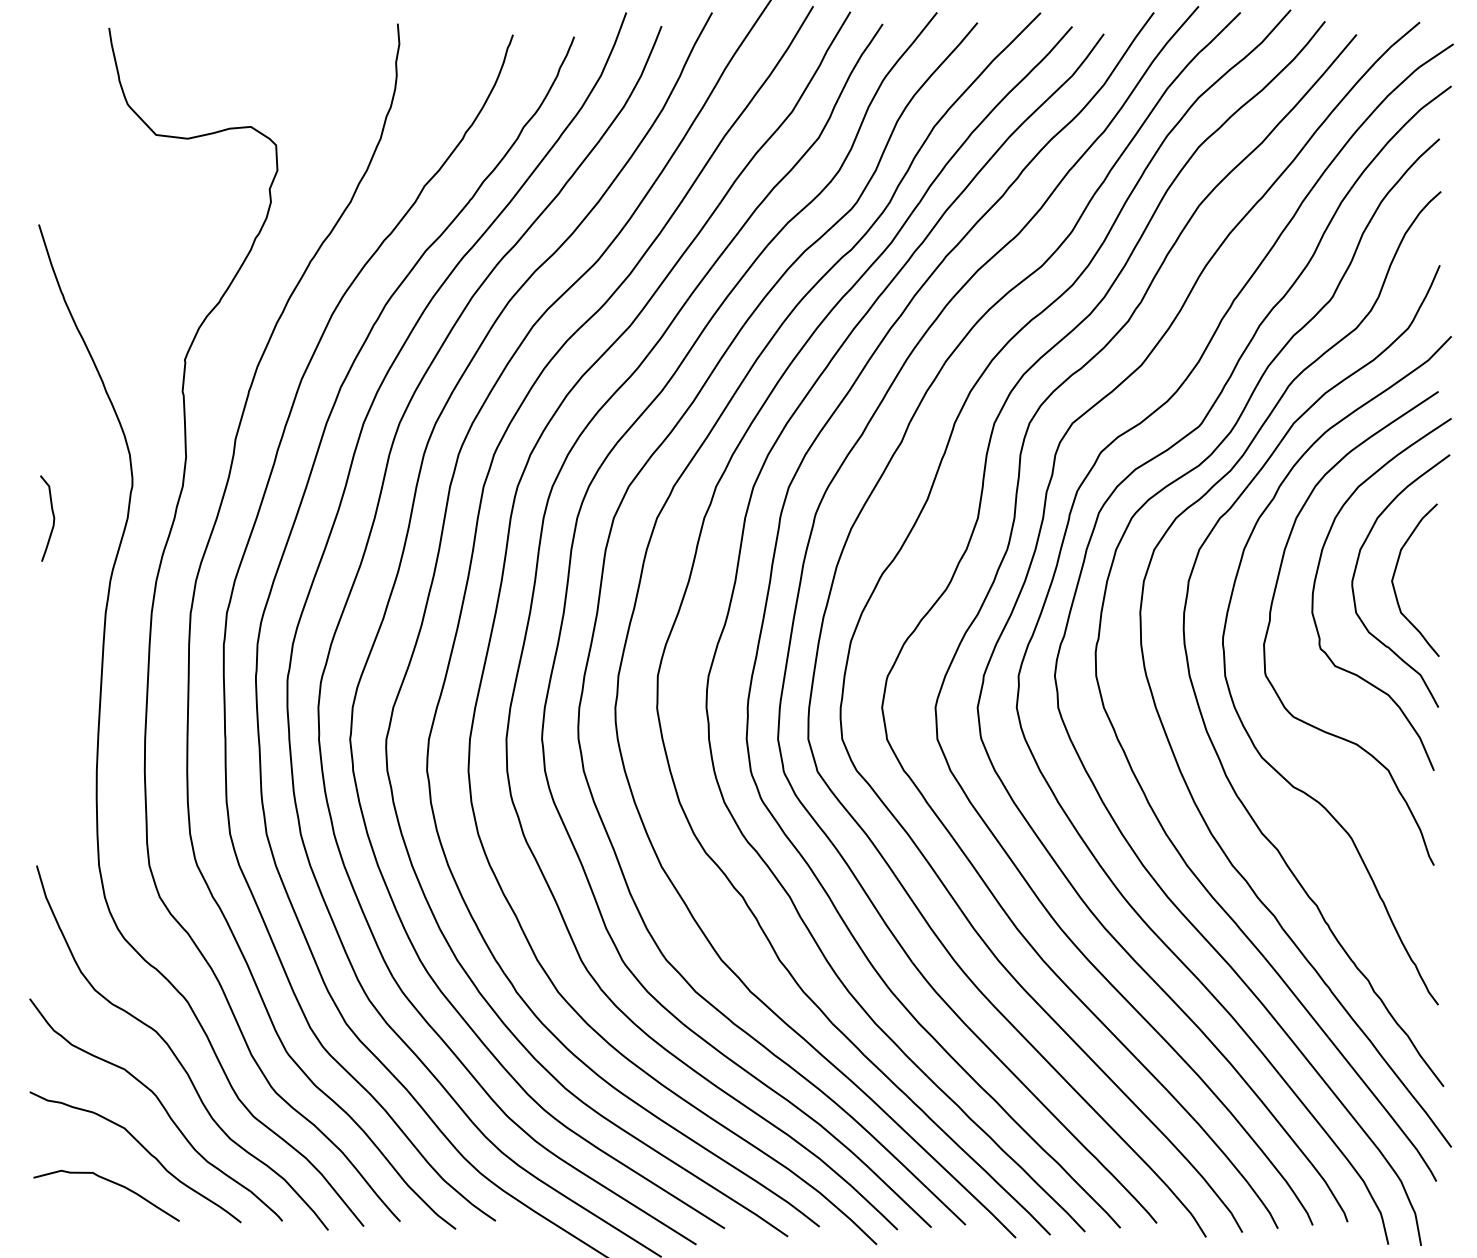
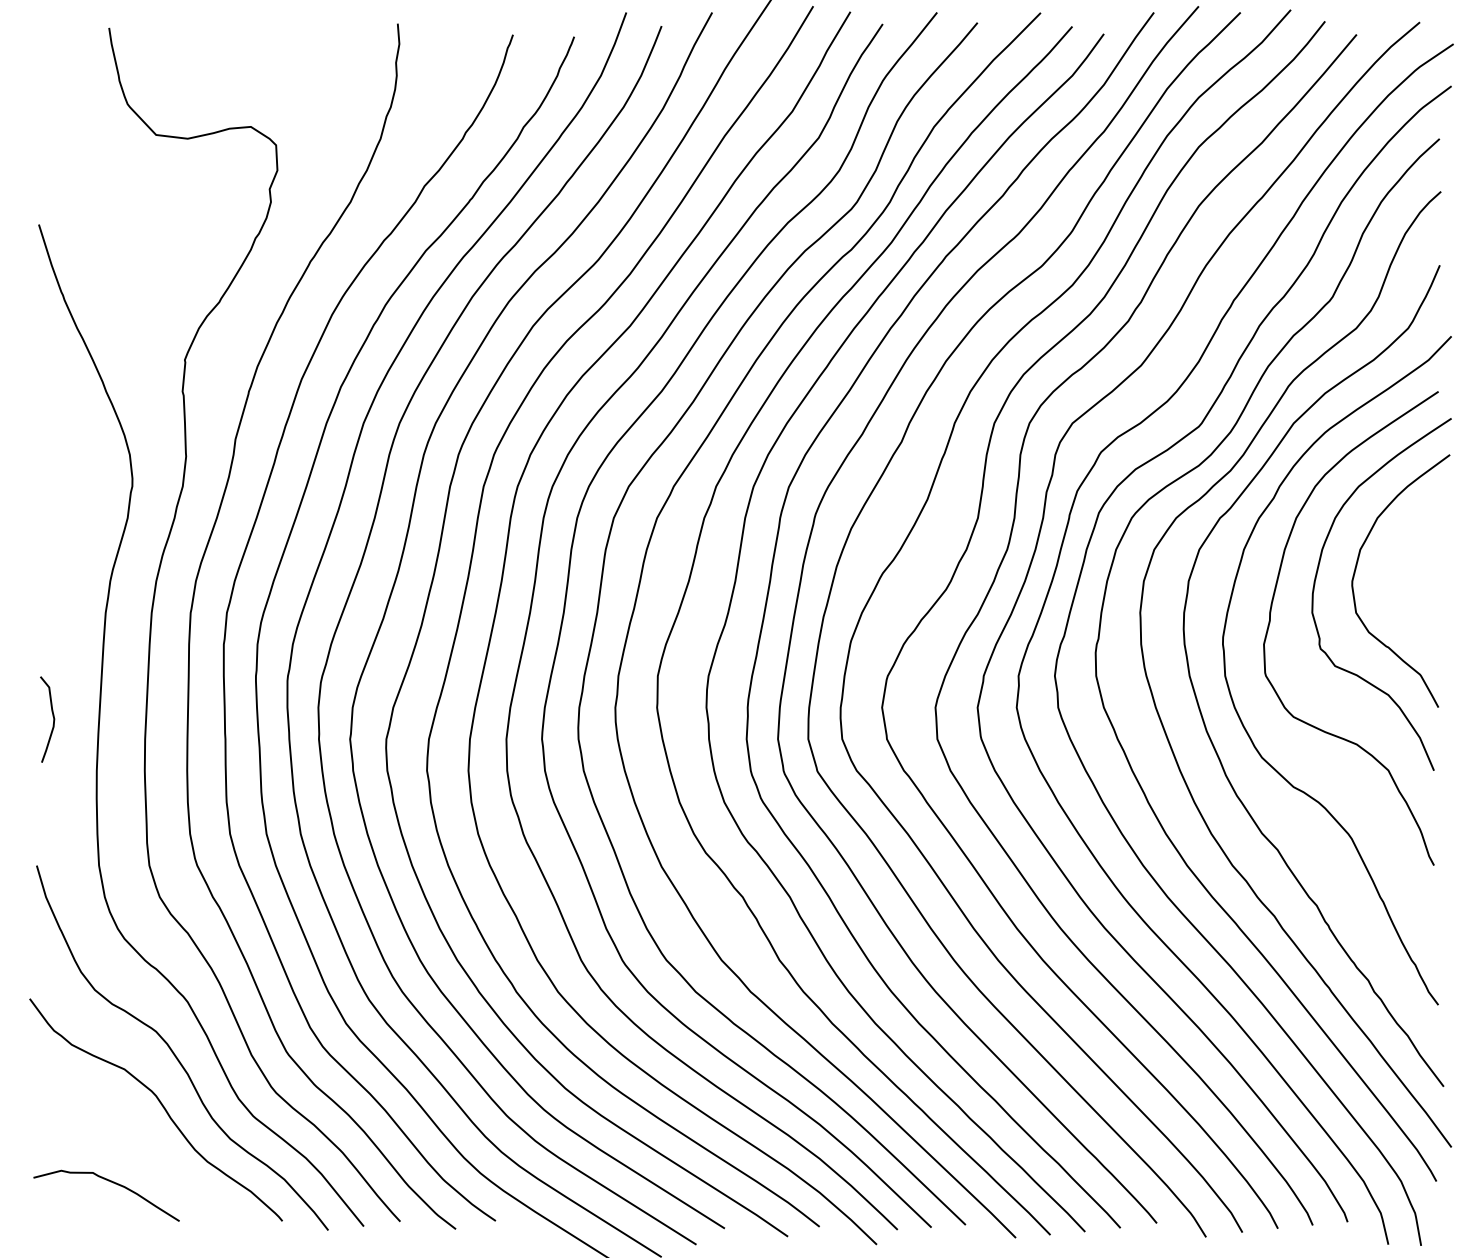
curve at (52, 515) position: (52, 515) -> (52, 716)
curve at (1395, 573): present -> none
curve at (143, 1148): present -> none
